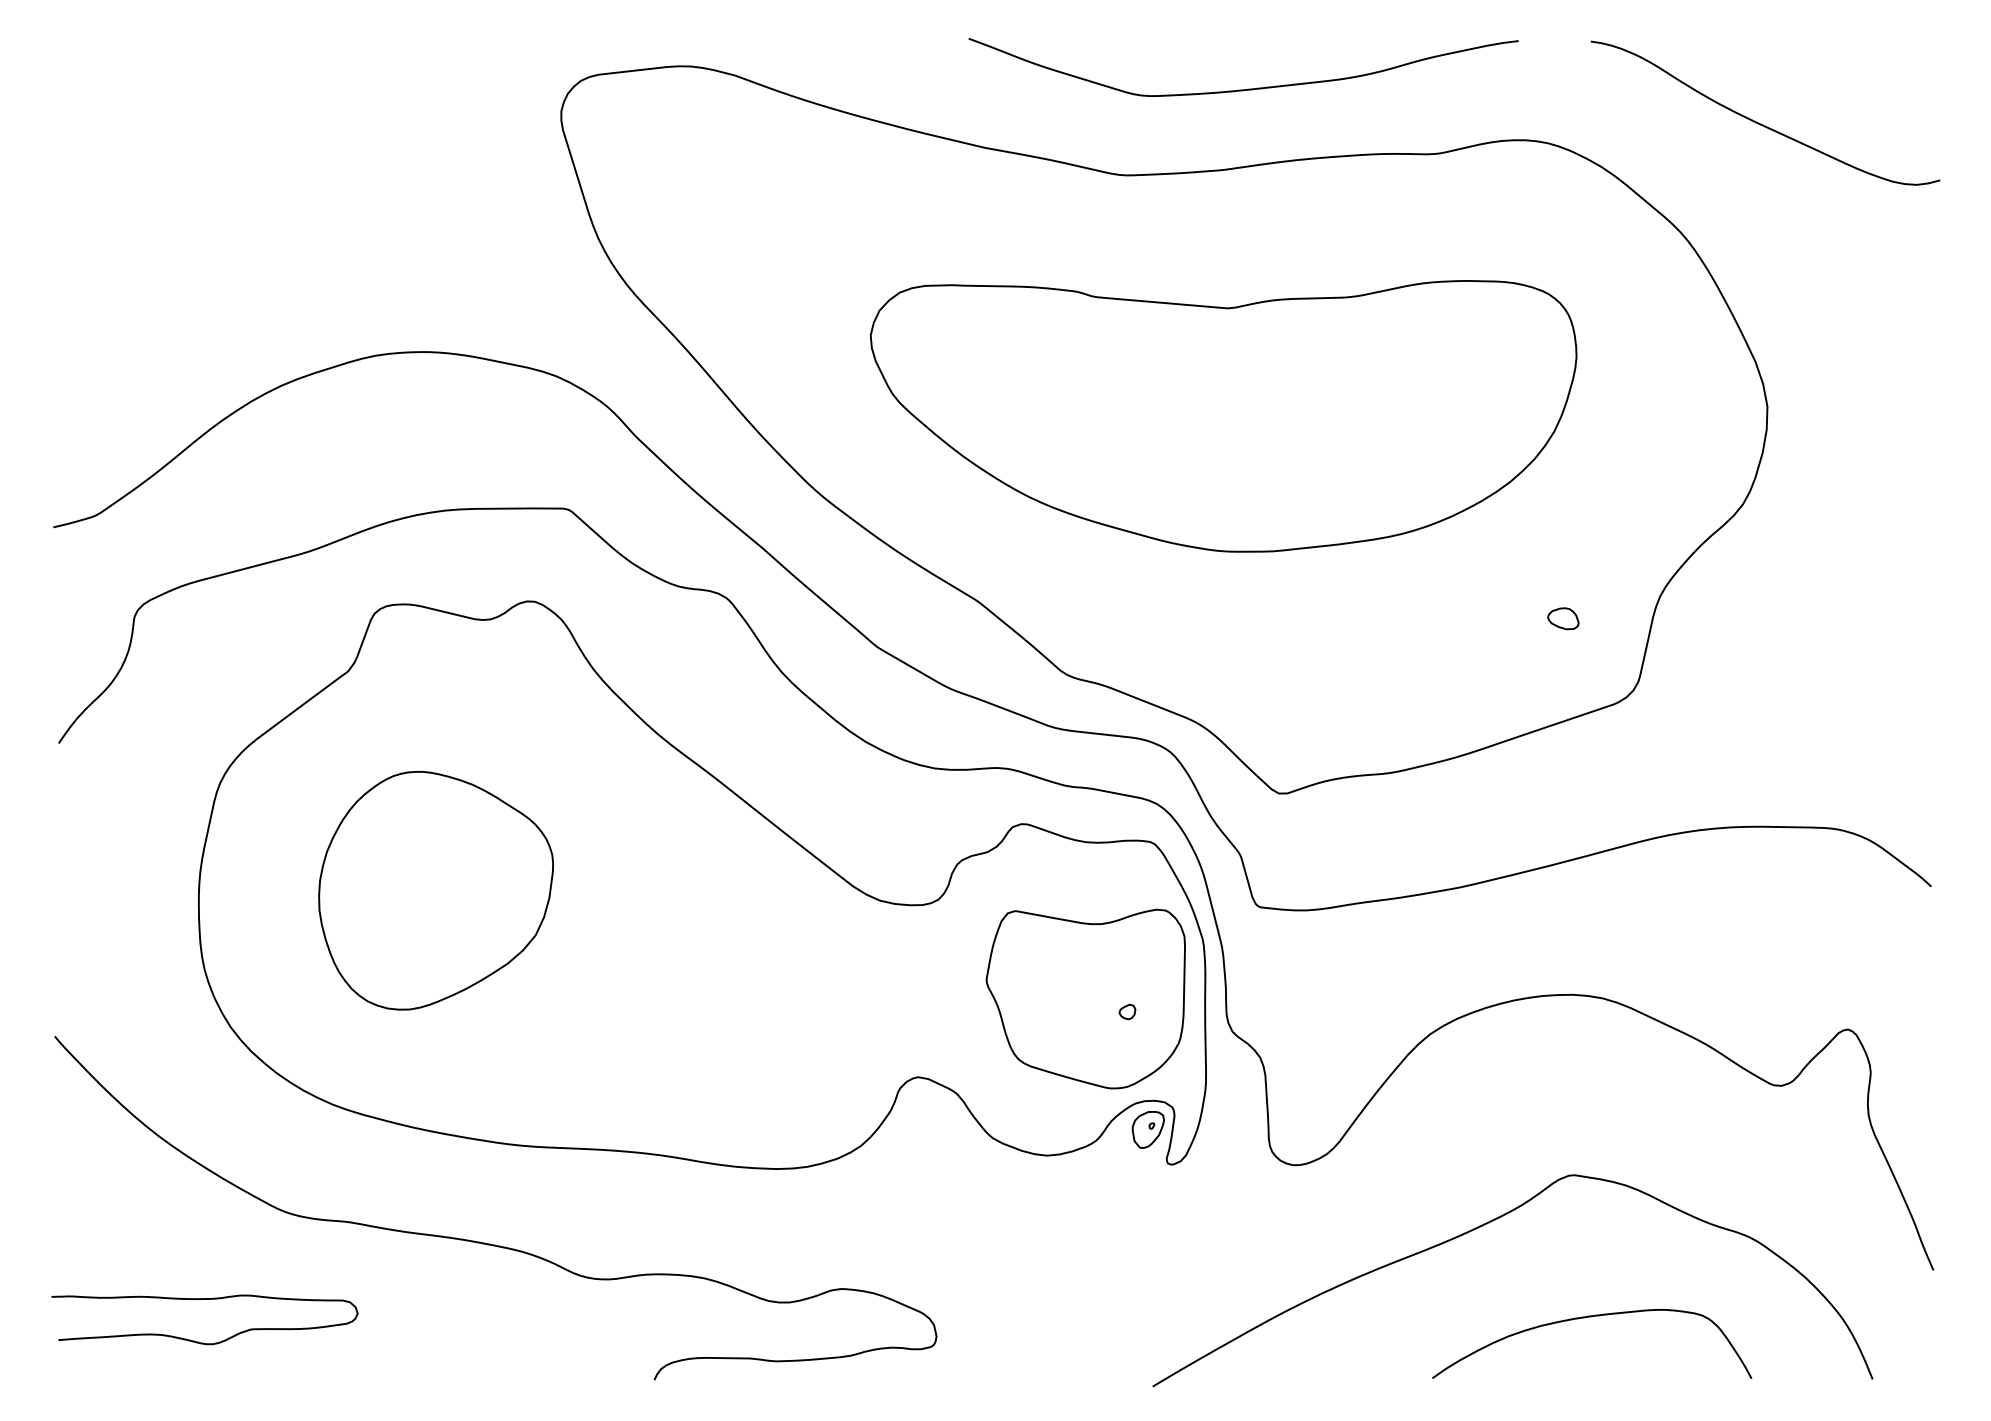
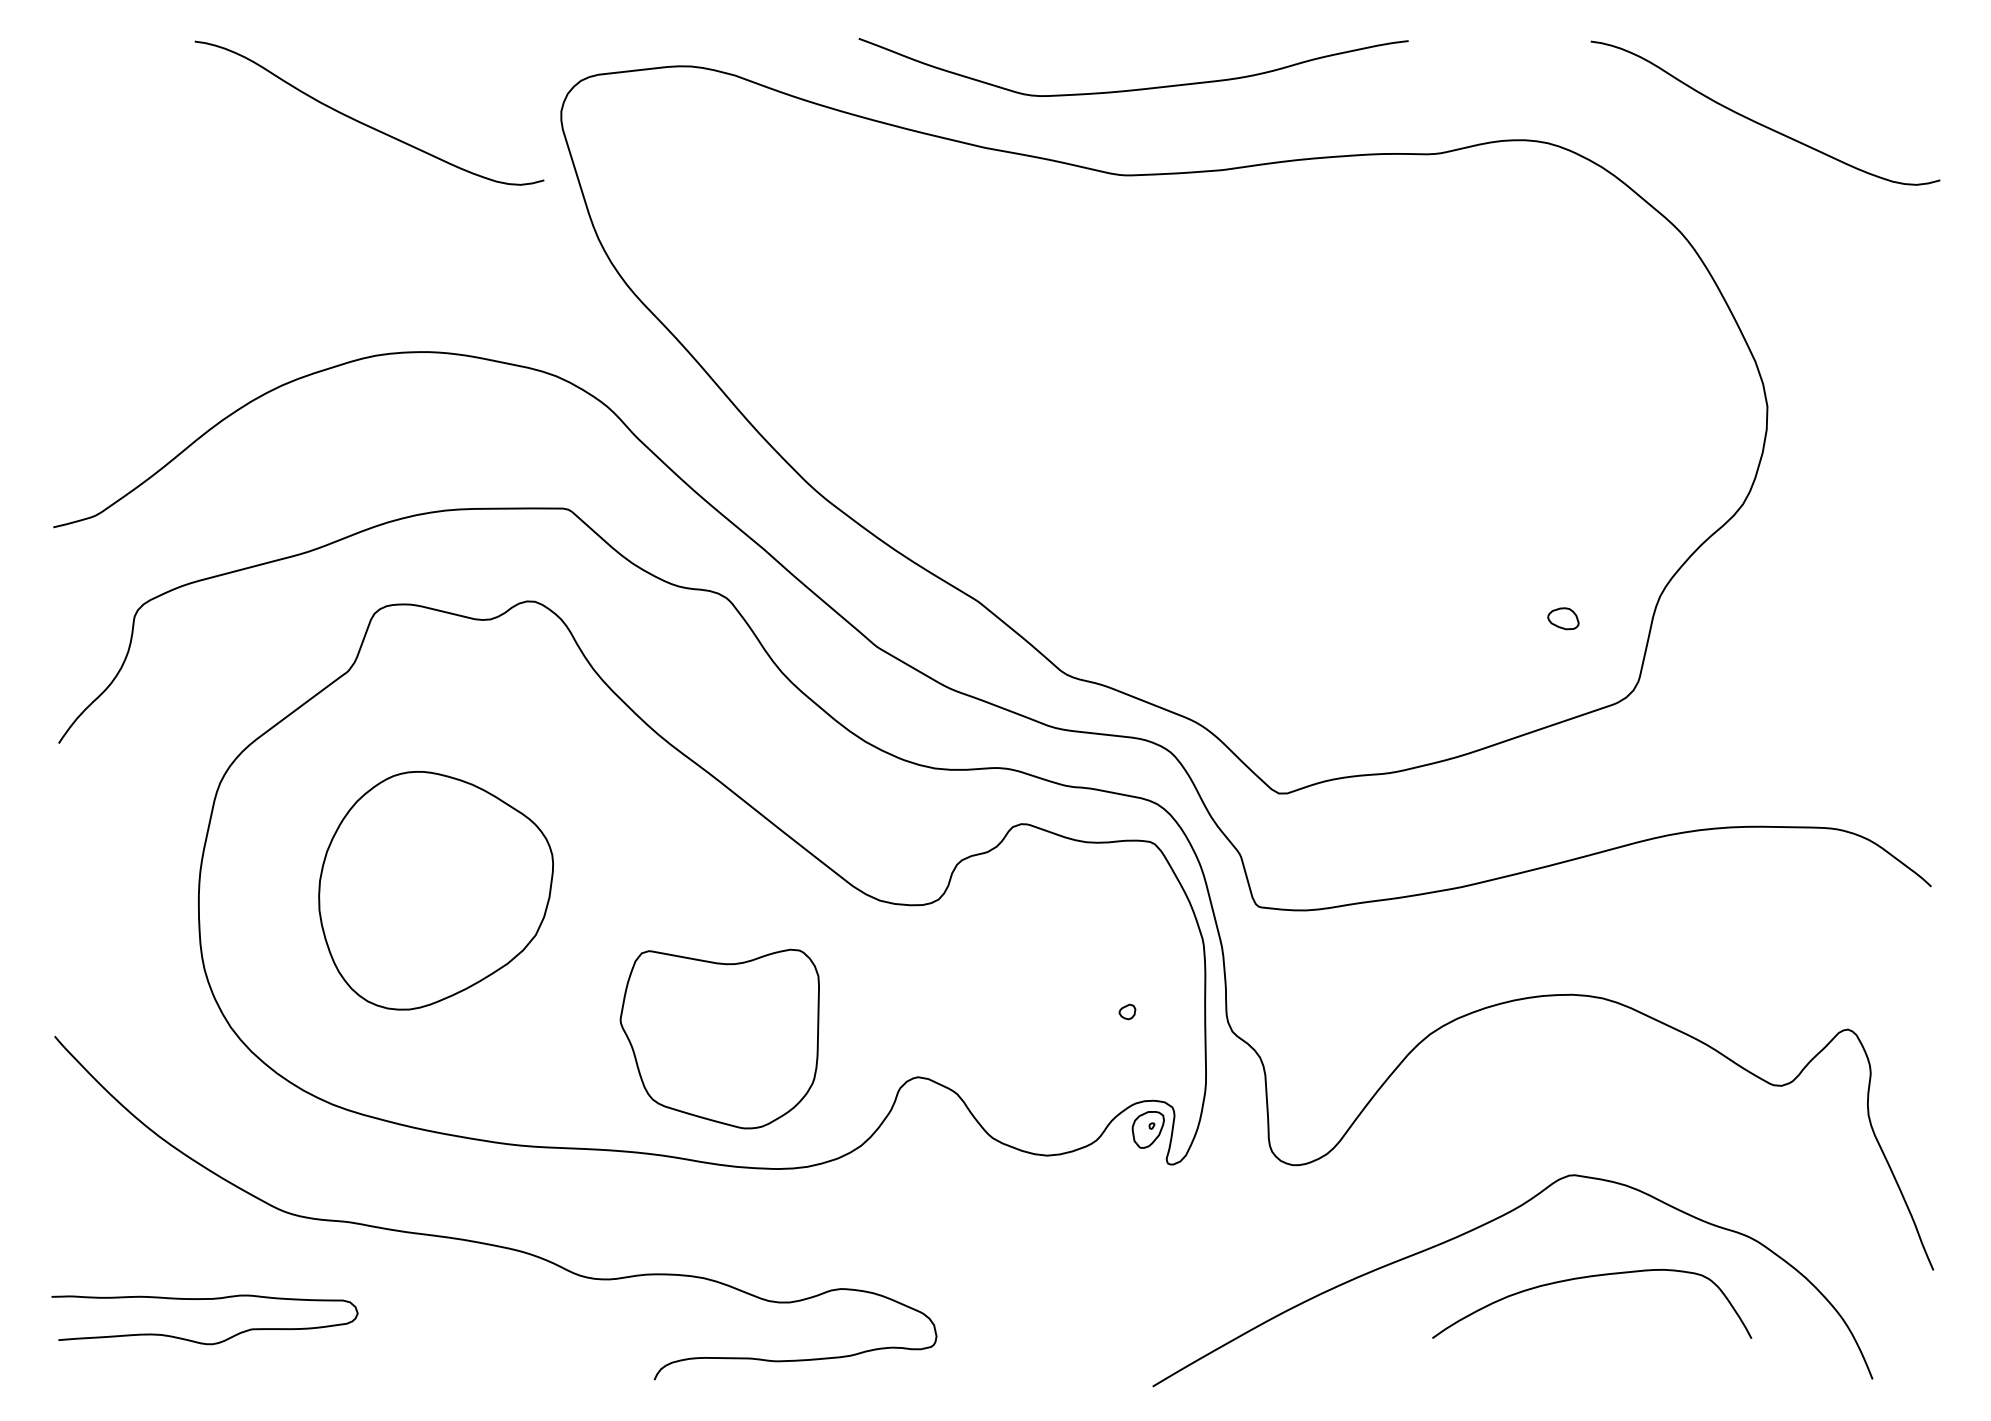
curve at (1248, 88) position: (1248, 88) -> (1138, 88)
curve at (363, 122): none -> present
part at (1223, 416): present -> none
part at (1085, 998) position: (1085, 998) -> (719, 1038)
curve at (1591, 1317) position: (1591, 1317) -> (1591, 1277)
